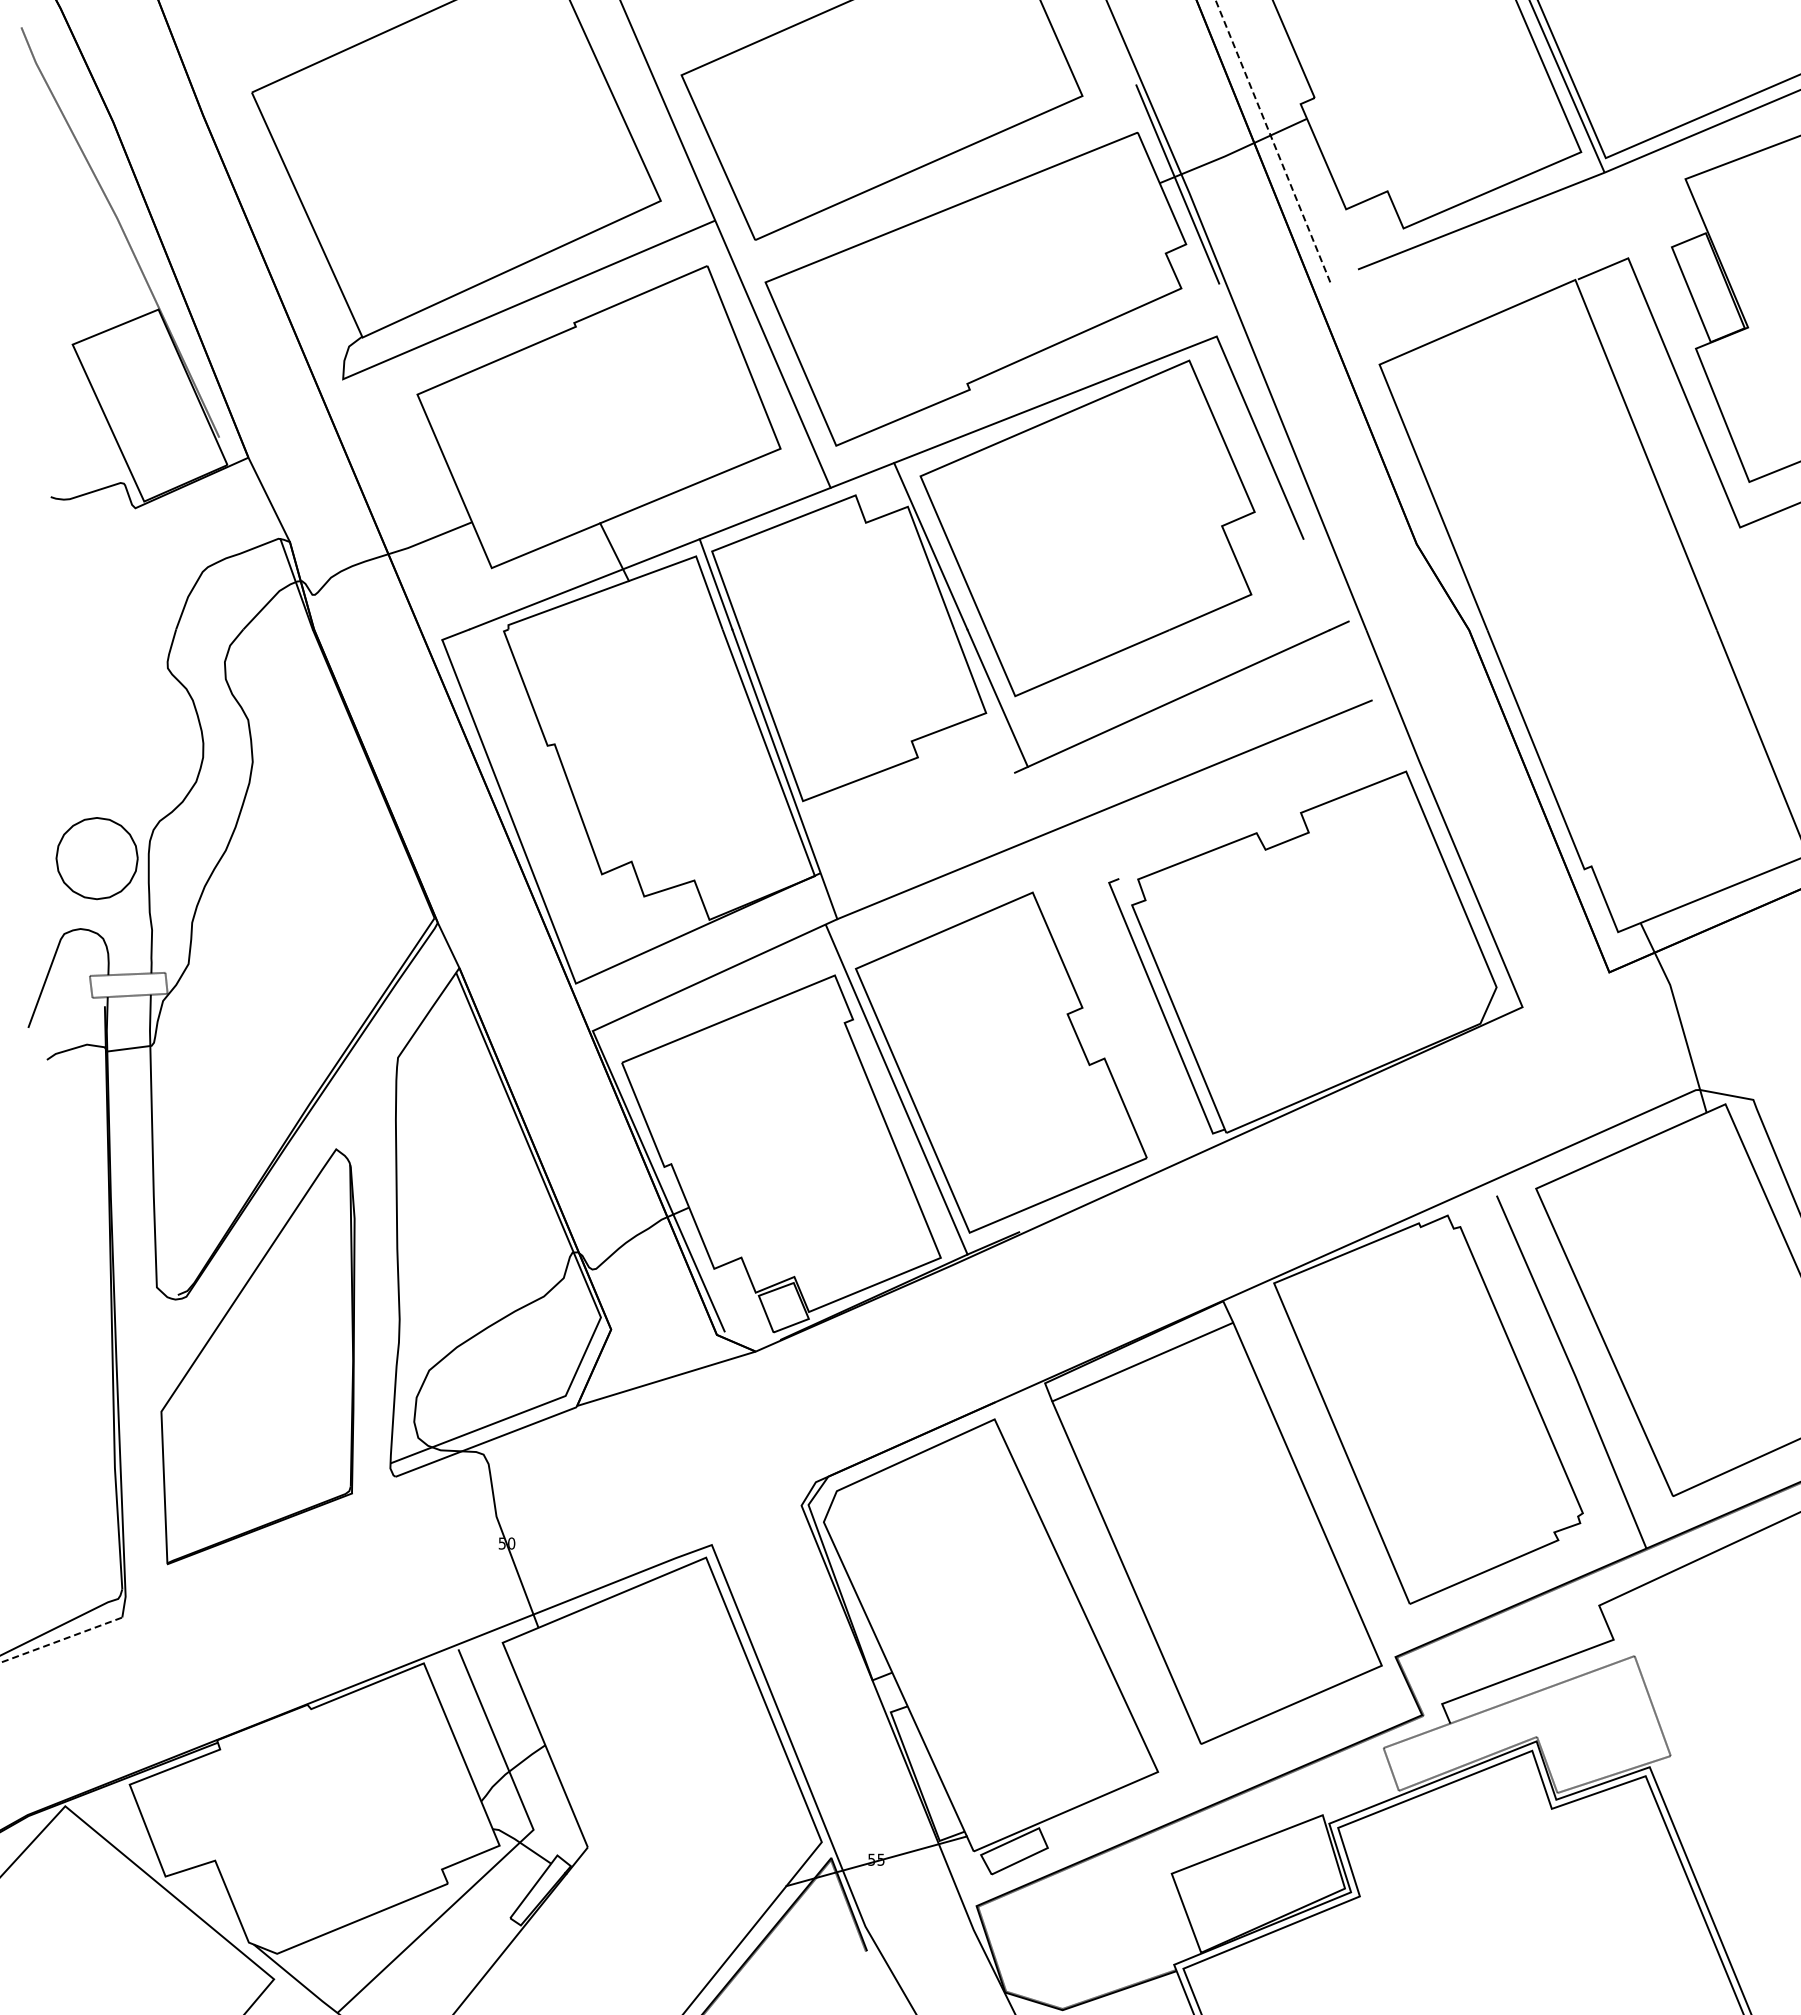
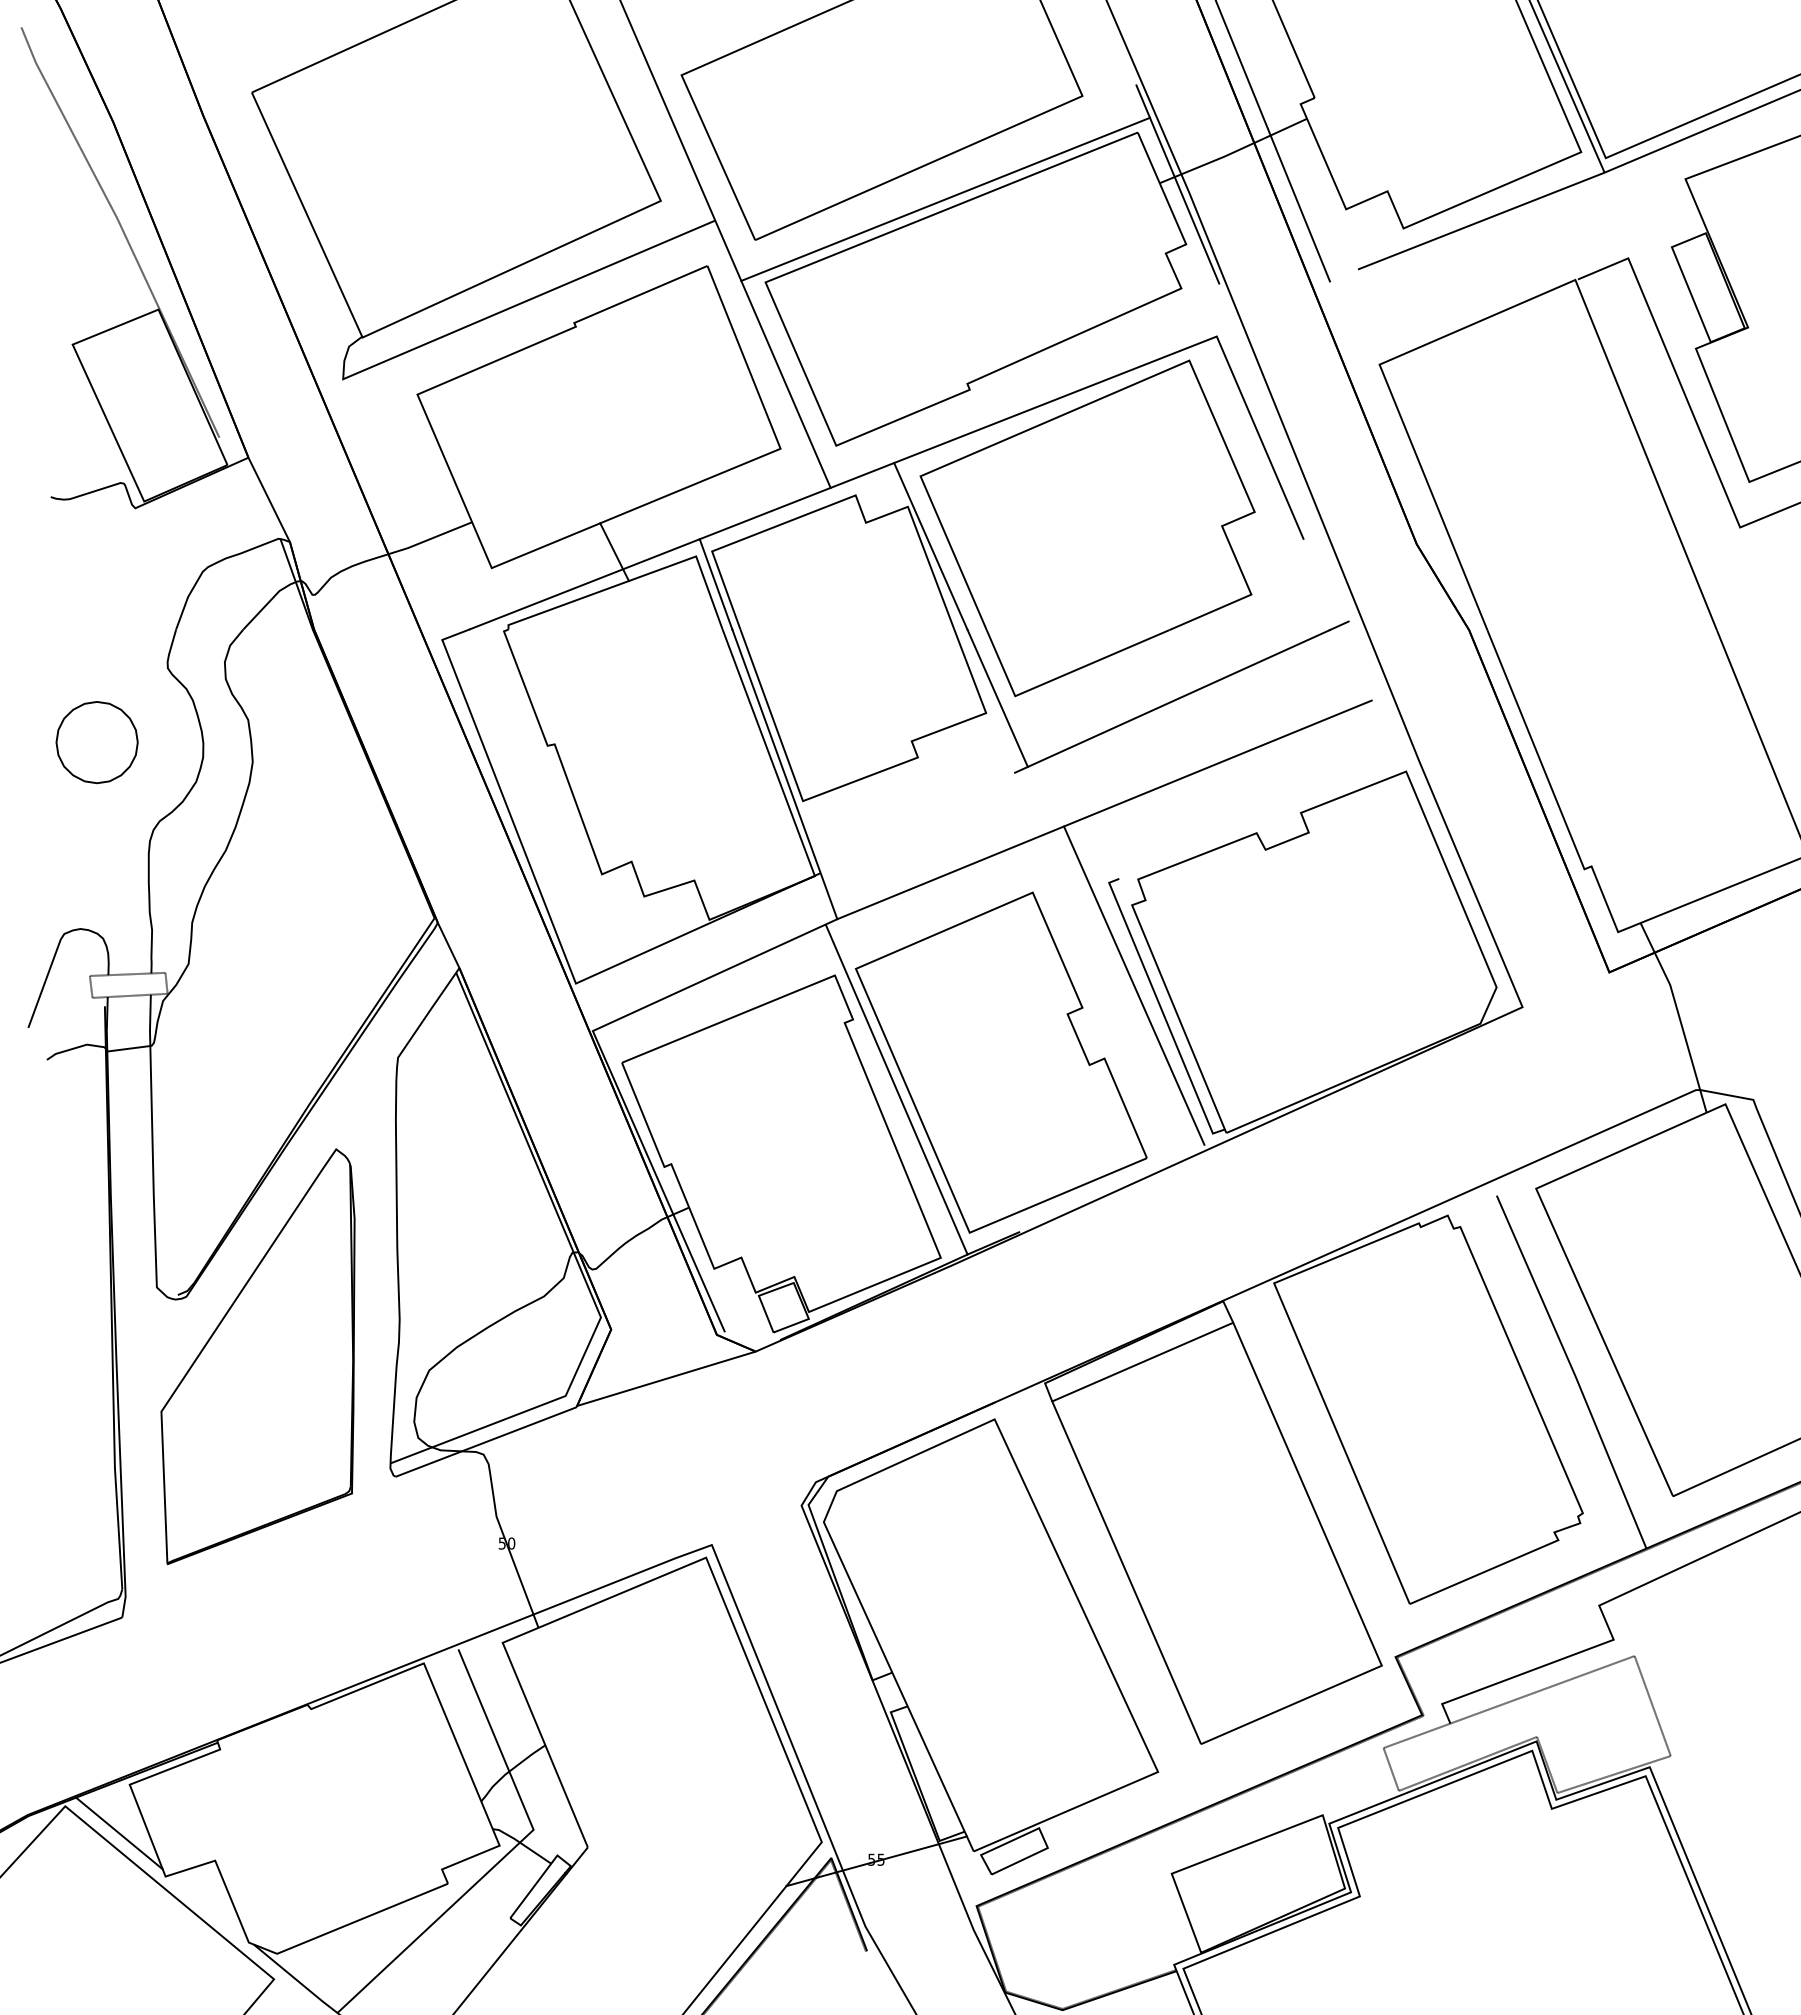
line at (1272, 140): dashed -> solid
line at (945, 198): none -> present
part at (96, 858) position: (96, 858) -> (96, 742)
line at (1133, 985): none -> present
line at (61, 1640): dashed -> solid
line at (119, 1833): none -> present
